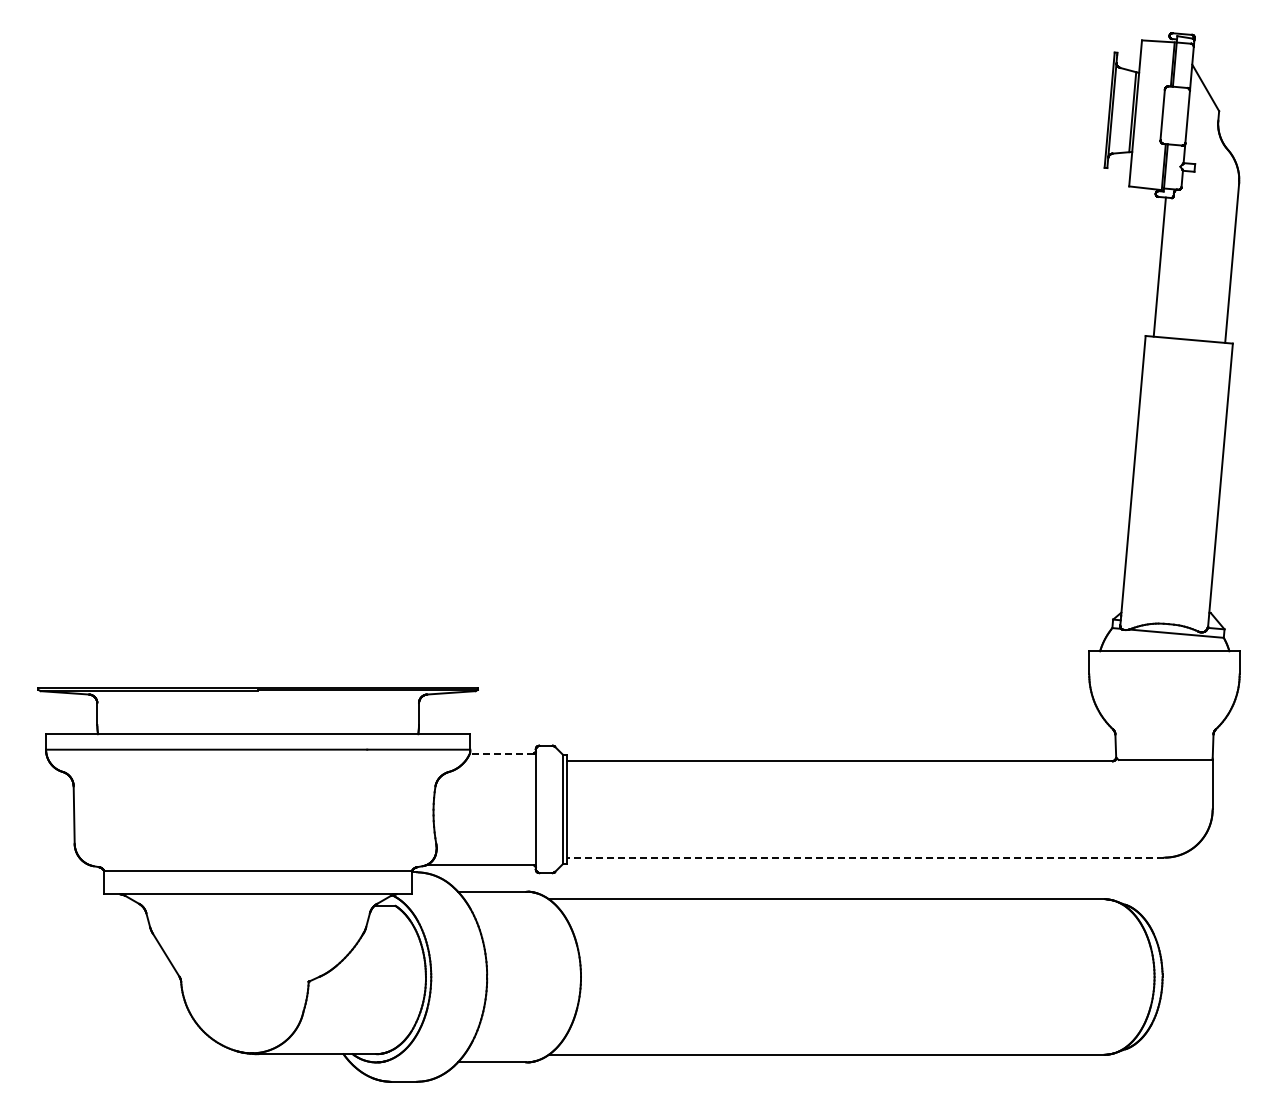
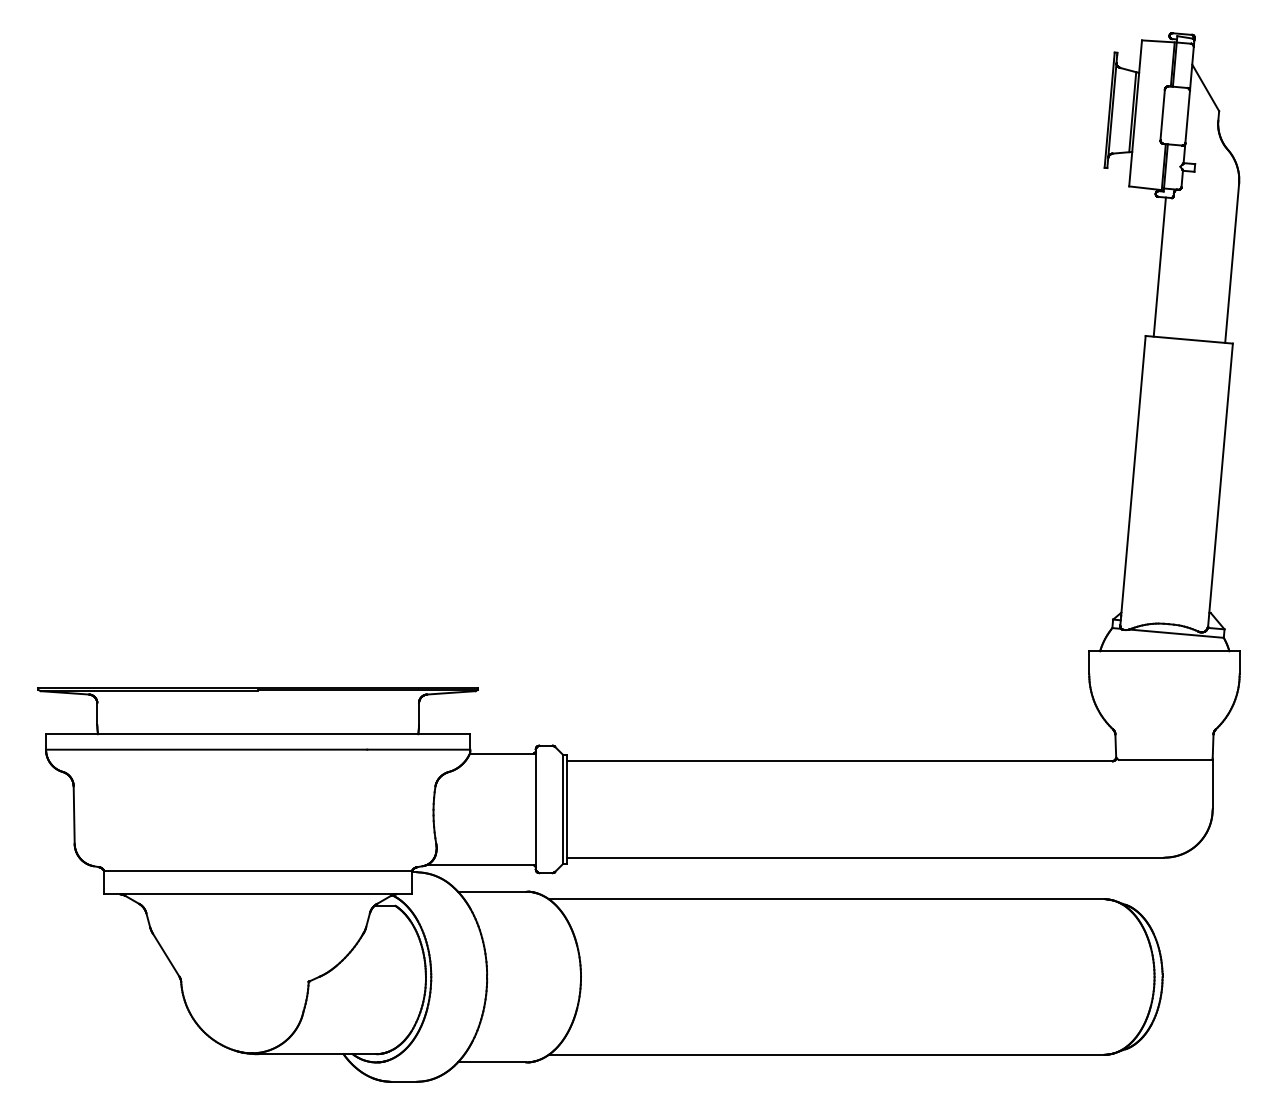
line at (501, 753): dashed -> solid
line at (865, 857): dashed -> solid
